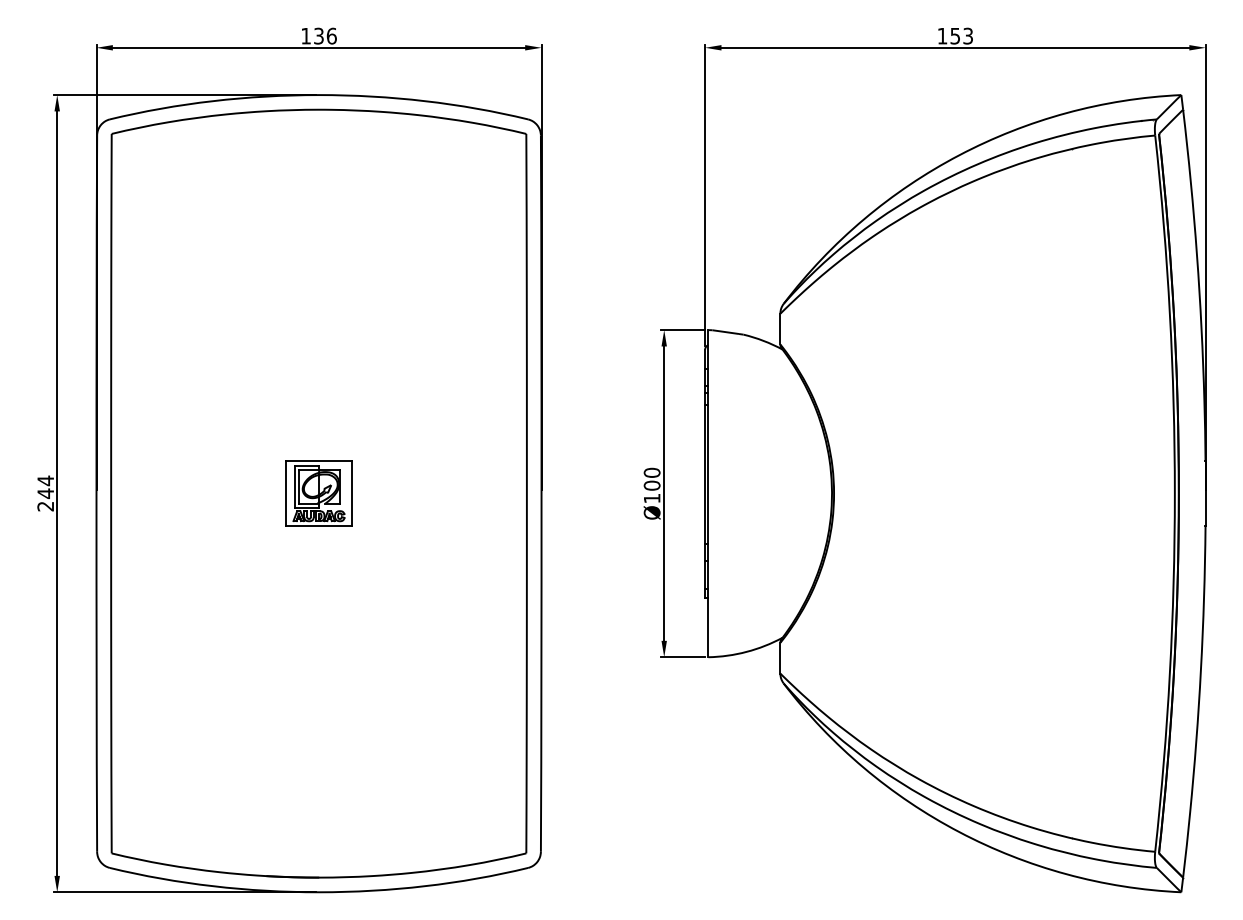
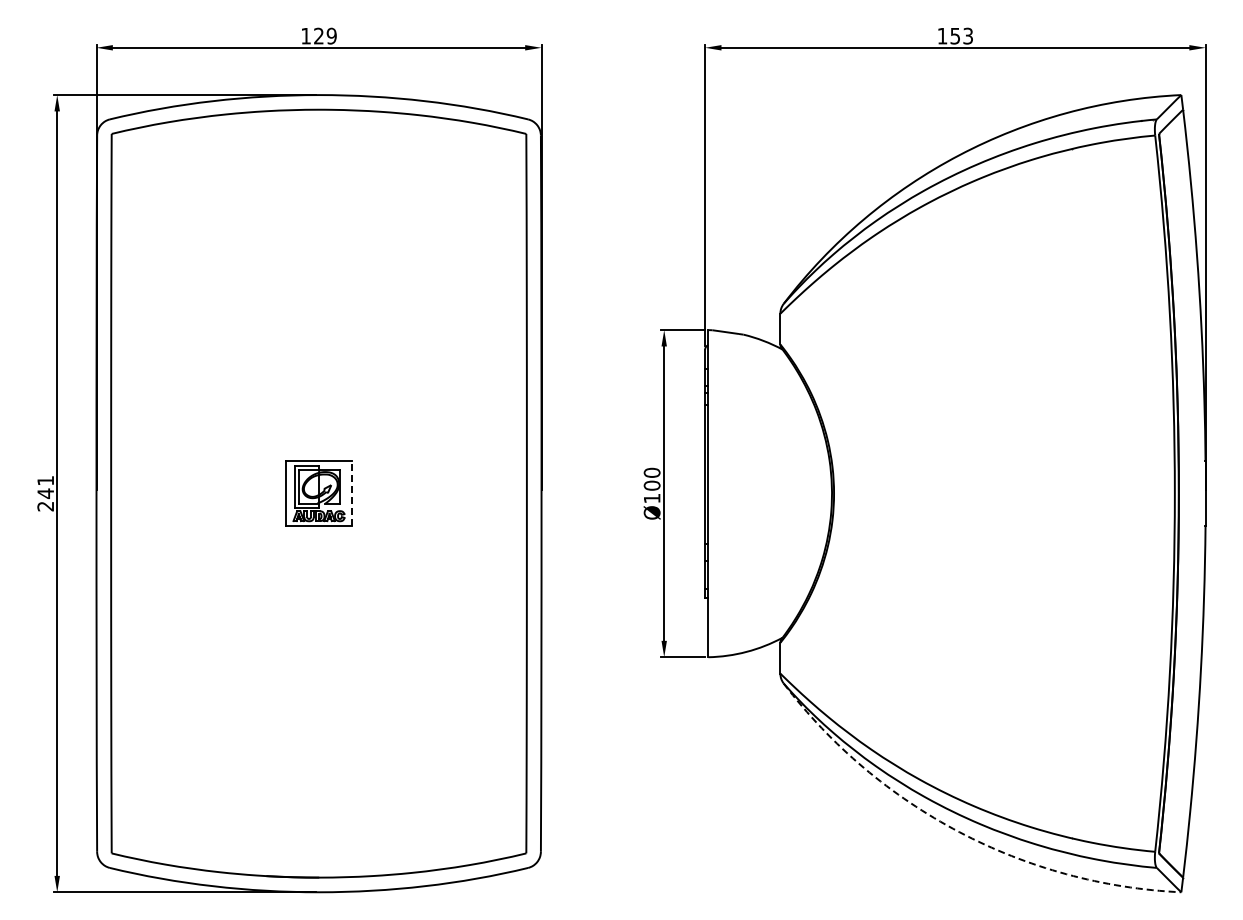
text at (325, 35): 136 -> 129
text at (45, 480): 244 -> 241
line at (351, 493): solid -> dashed
arc at (959, 832): solid -> dashed
